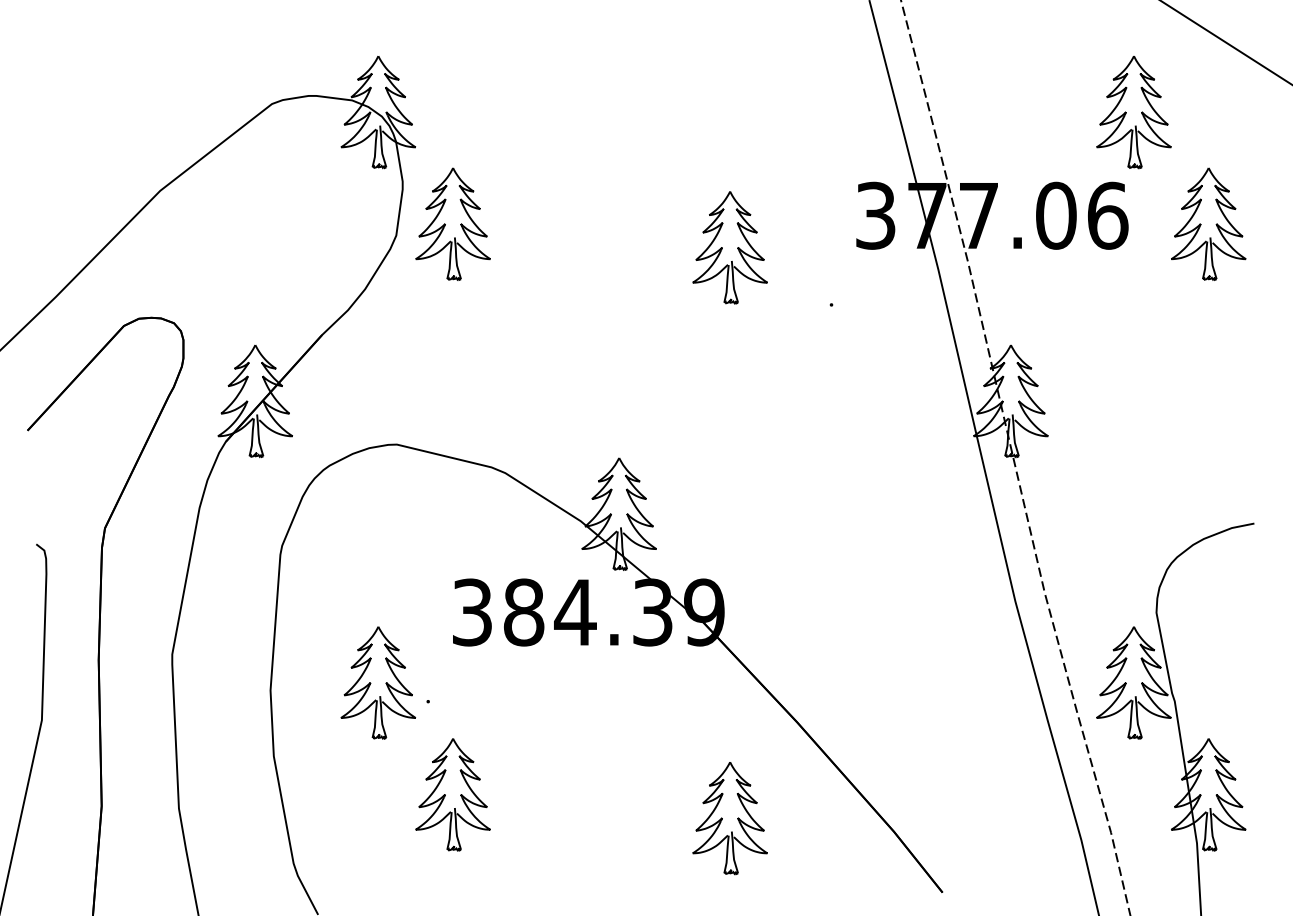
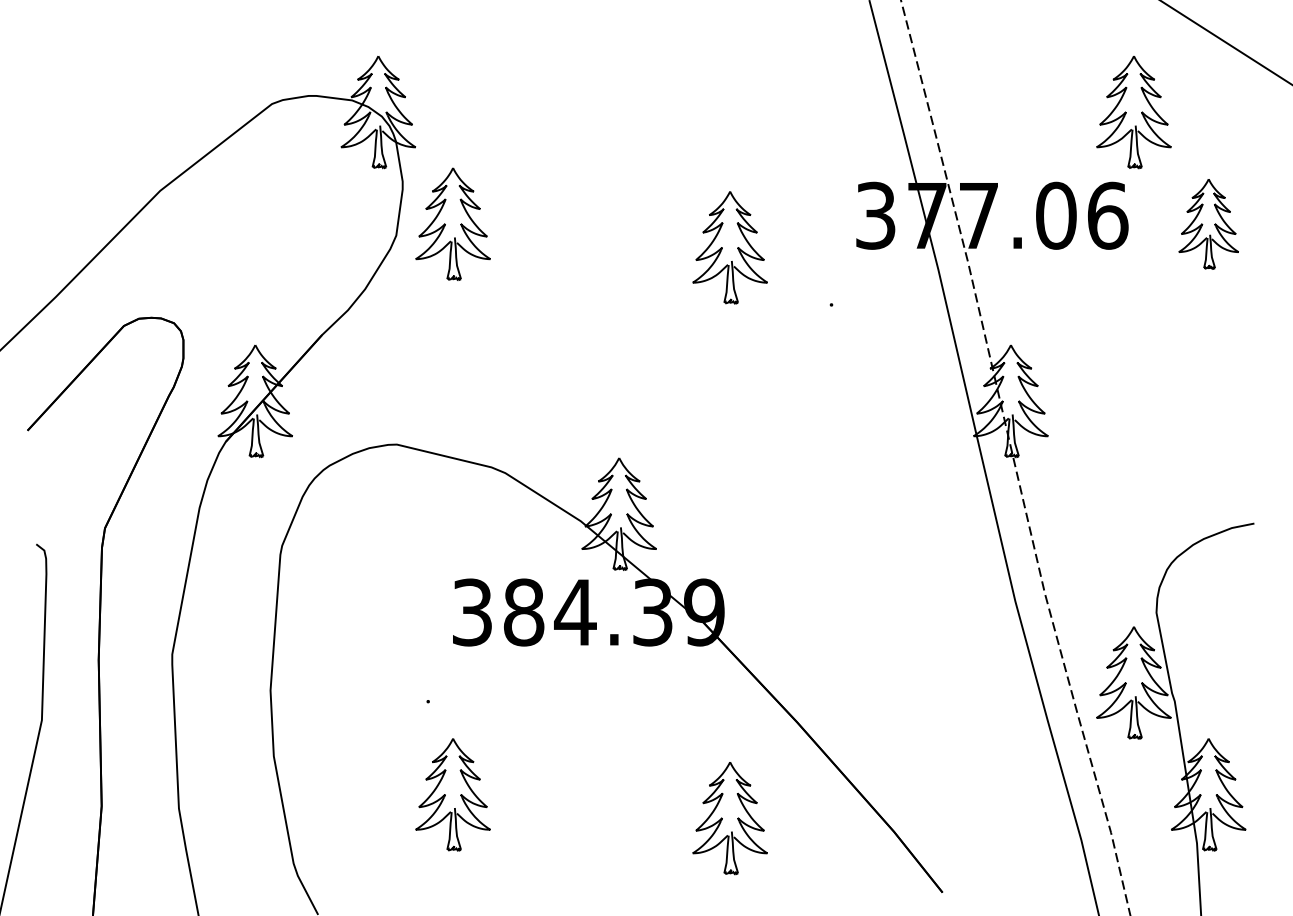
part at (1208, 223) size: 76x114 px -> 61x91 px
part at (378, 682): present -> none
